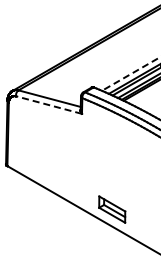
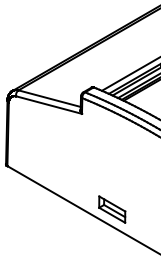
line at (131, 73): dashed -> solid
line at (48, 104): dashed -> solid
